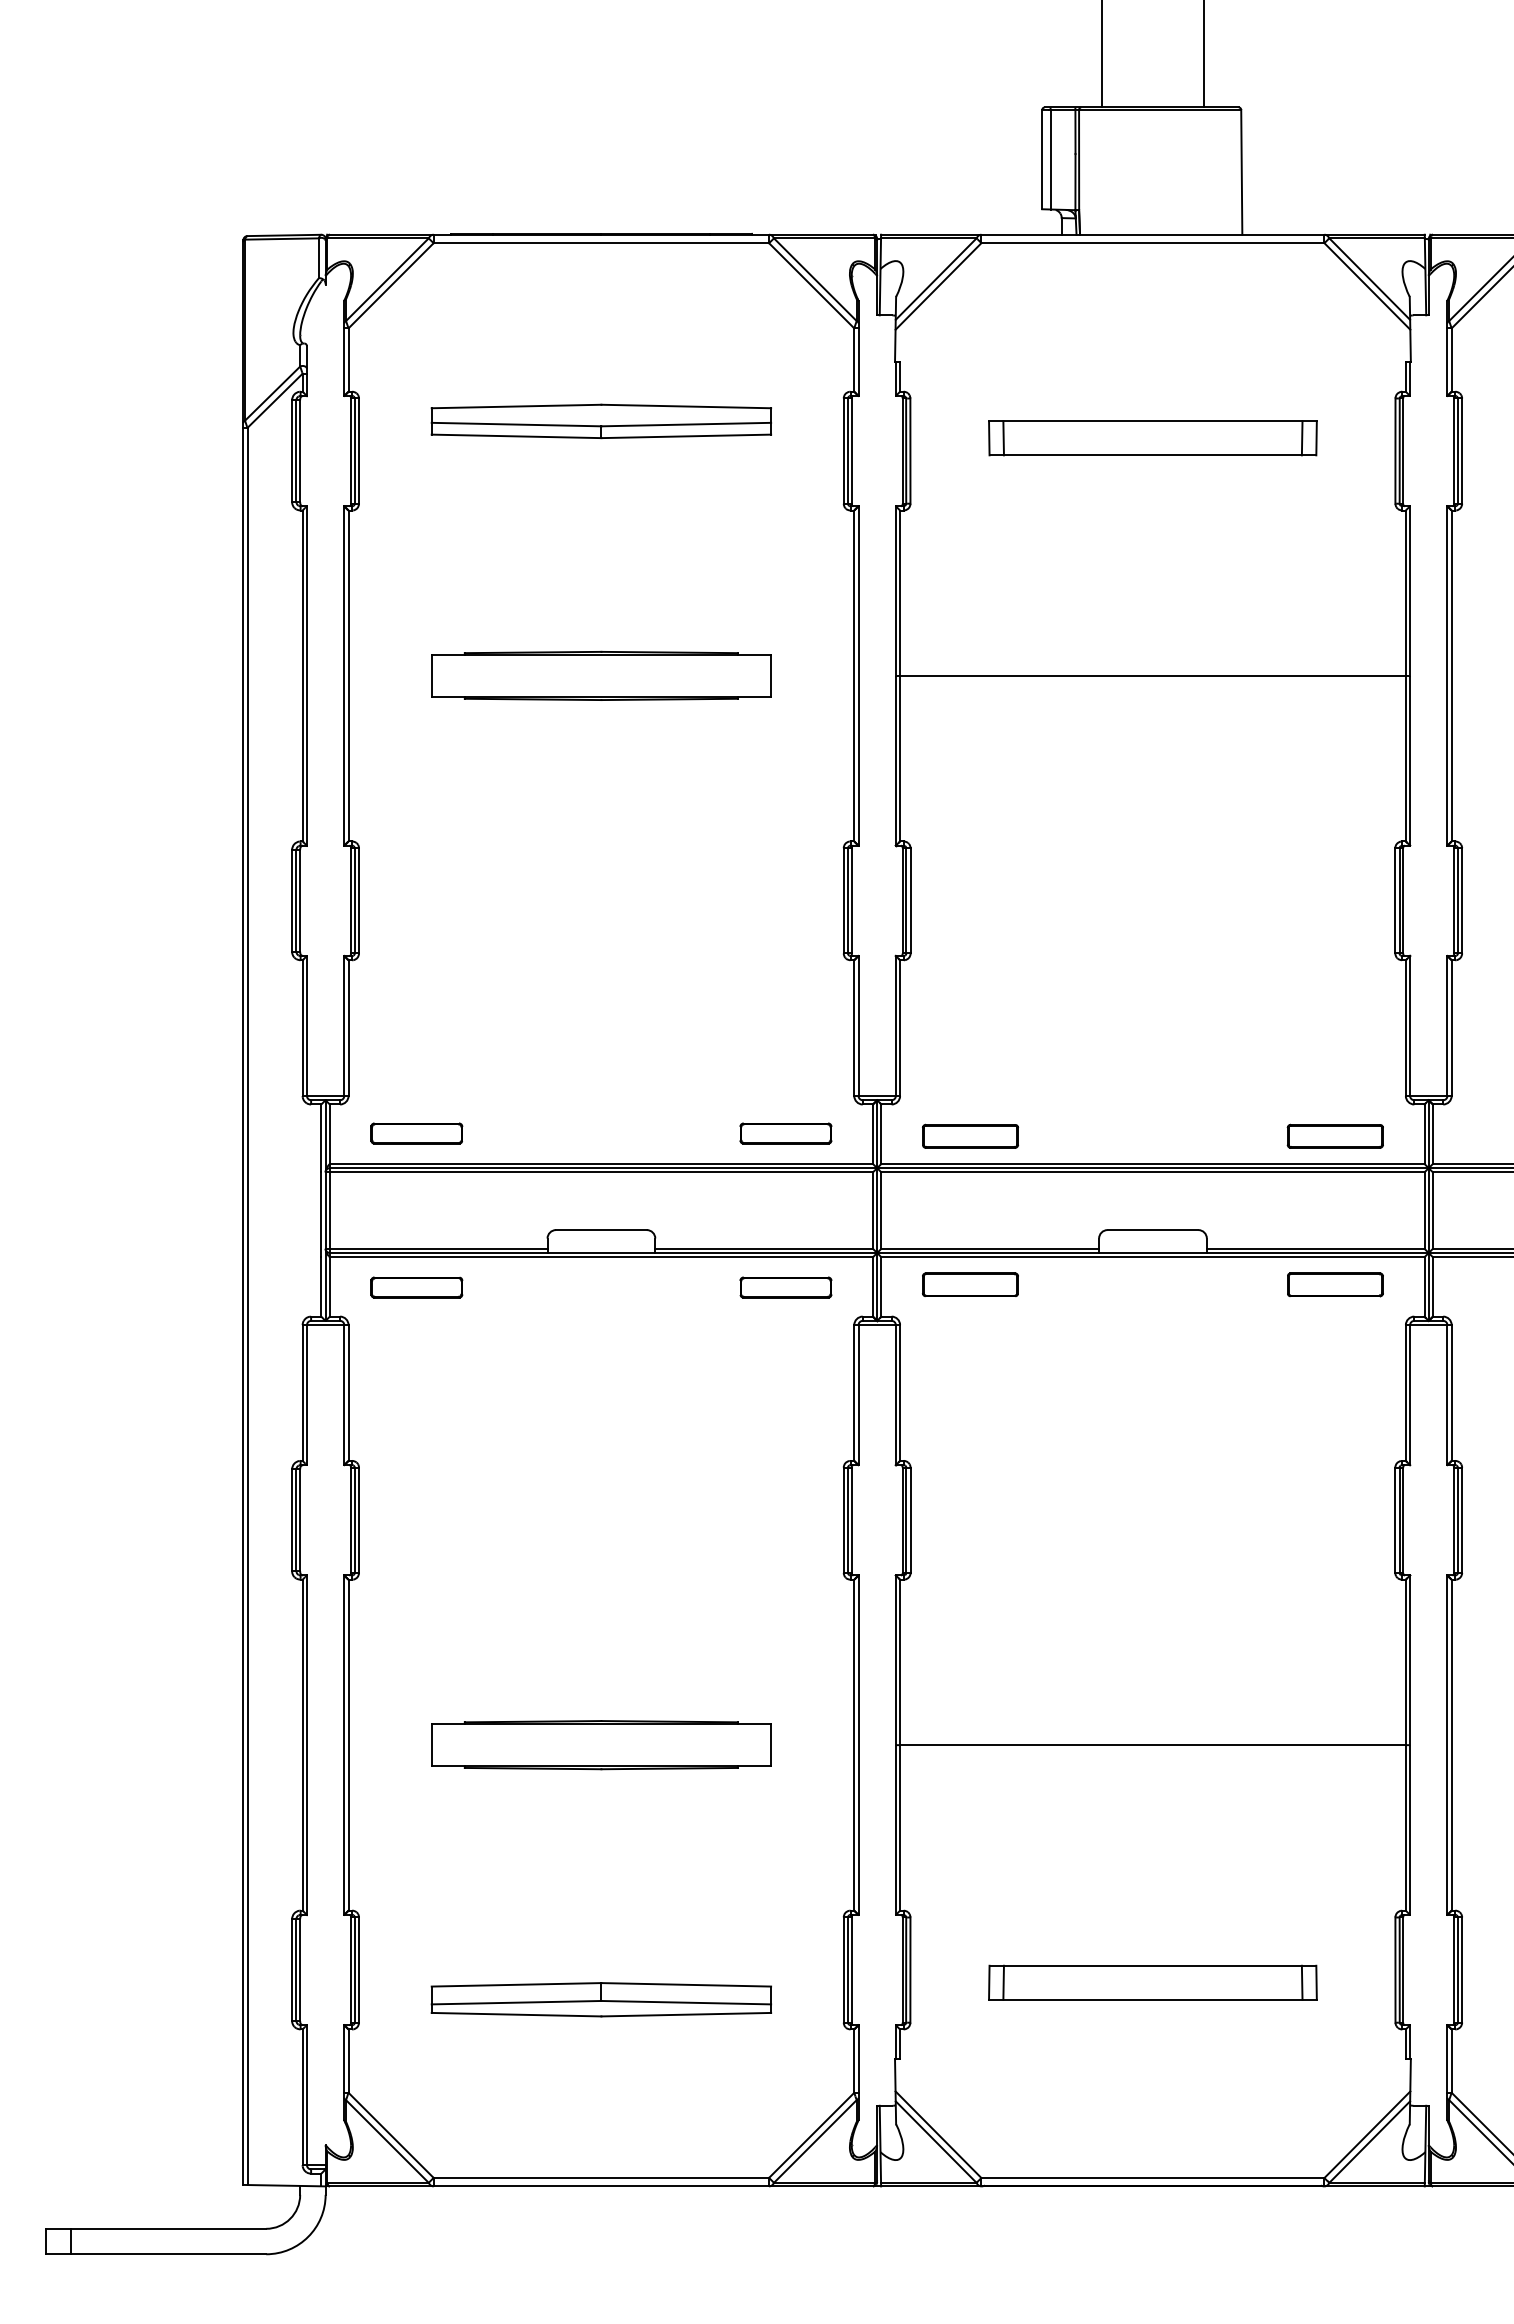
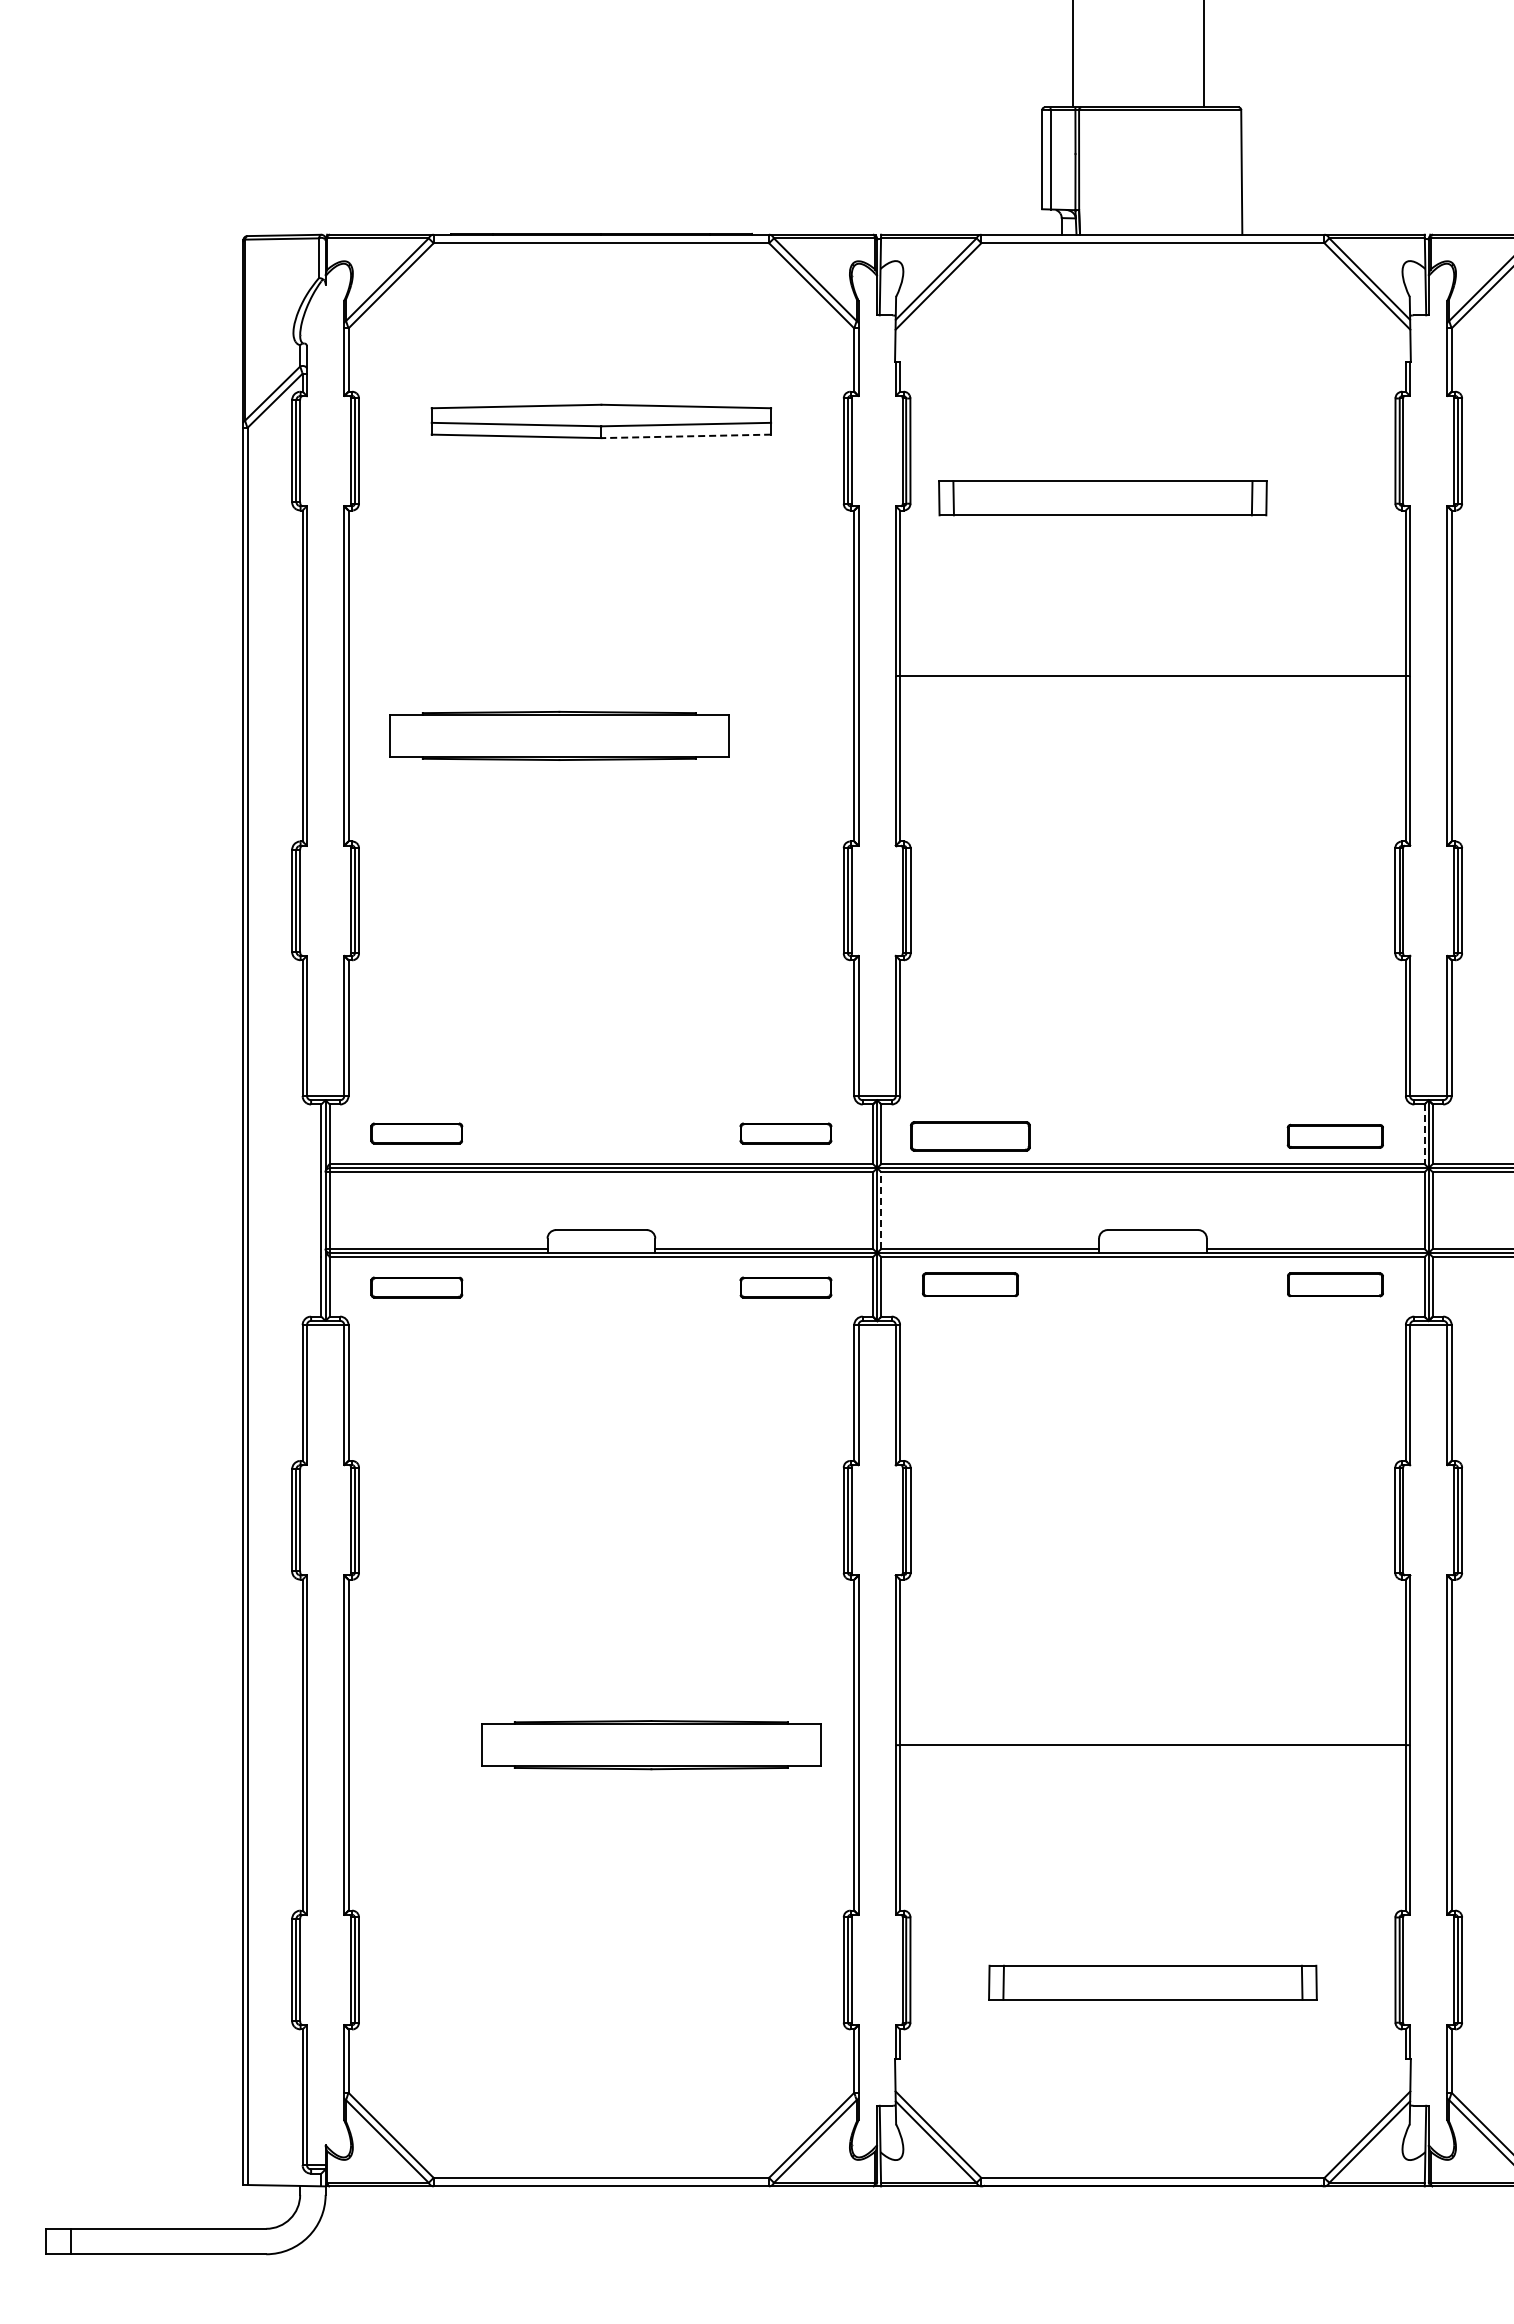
line at (1102, 54) position: (1102, 54) -> (1073, 54)
line at (686, 436): solid -> dashed
part at (1152, 438) position: (1152, 438) -> (1102, 498)
part at (601, 675) position: (601, 675) -> (559, 735)
line at (1424, 1134): solid -> dashed
part at (970, 1135) size: 98x26 px -> 121x31 px
line at (881, 1210): solid -> dashed
part at (601, 1745) position: (601, 1745) -> (651, 1745)
part at (600, 1999): present -> none
